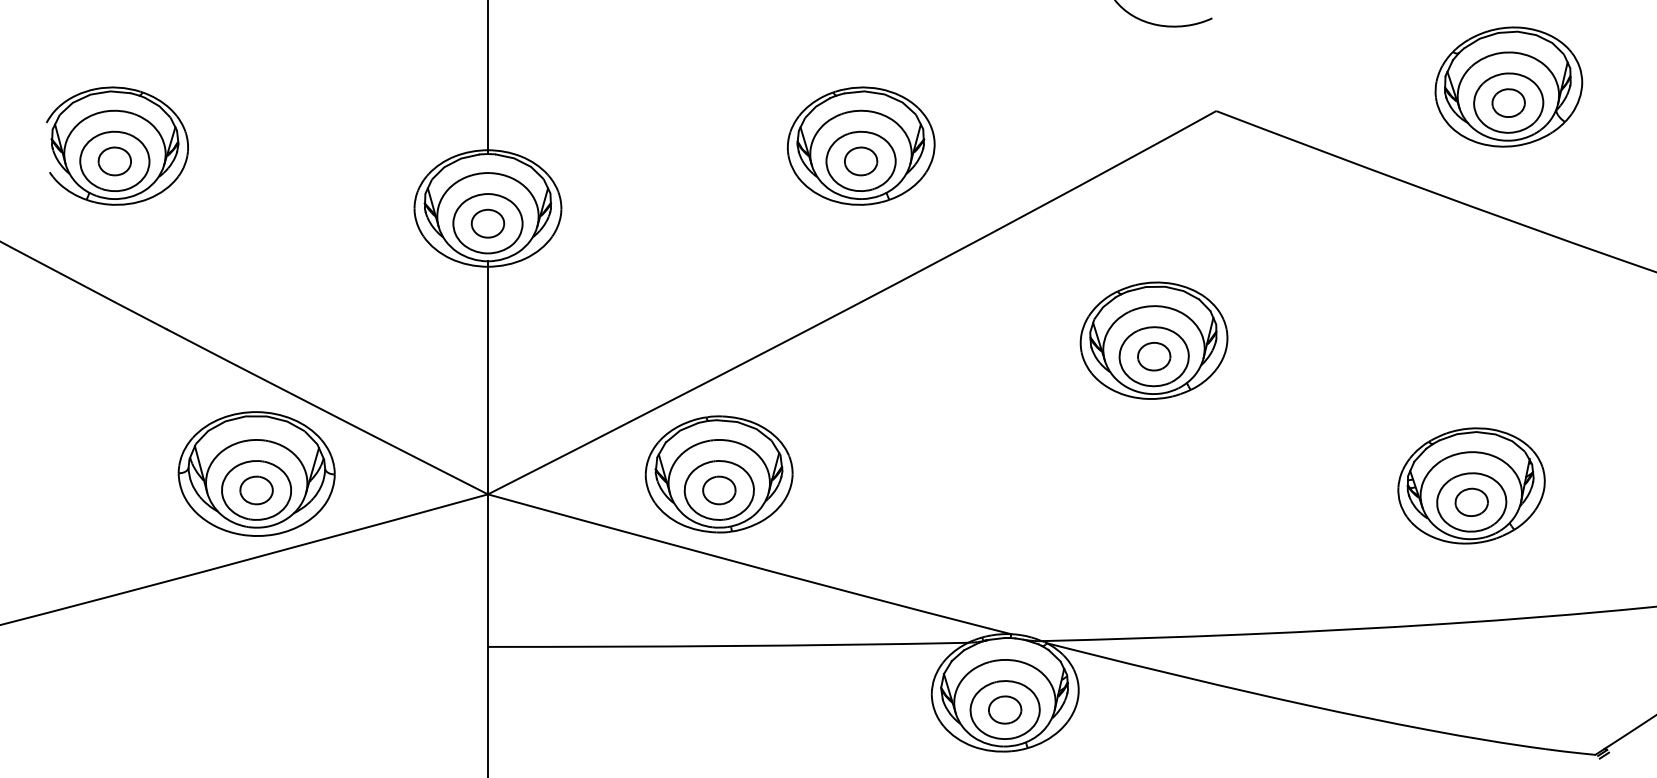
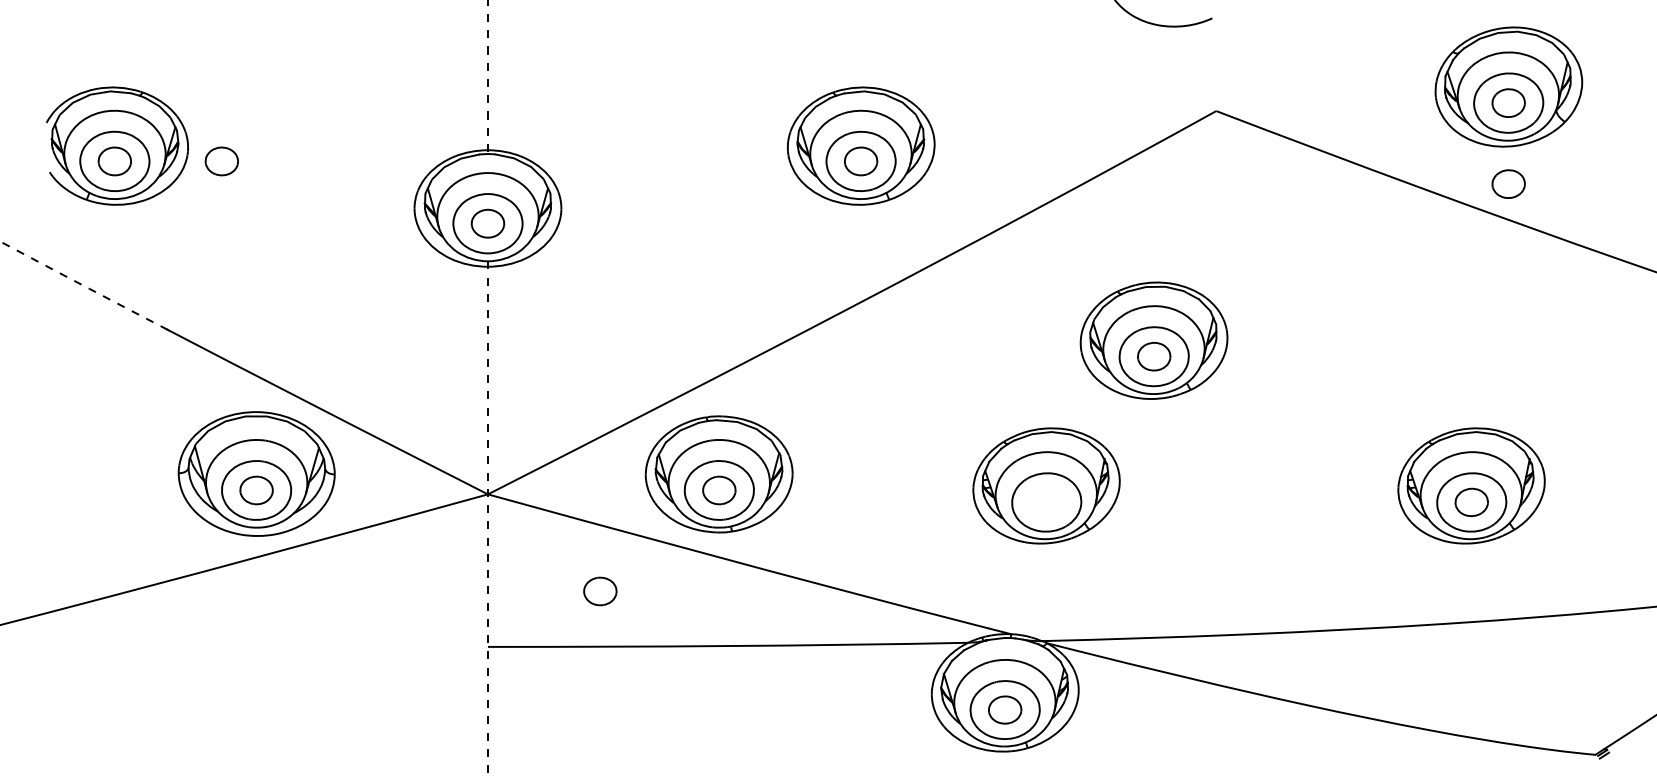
line at (487, 77): solid -> dashed
part at (221, 161): none -> present
part at (1508, 183): none -> present
arc at (83, 285): solid -> dashed
part at (1046, 485): none -> present
line at (487, 519): solid -> dashed
part at (600, 591): none -> present
